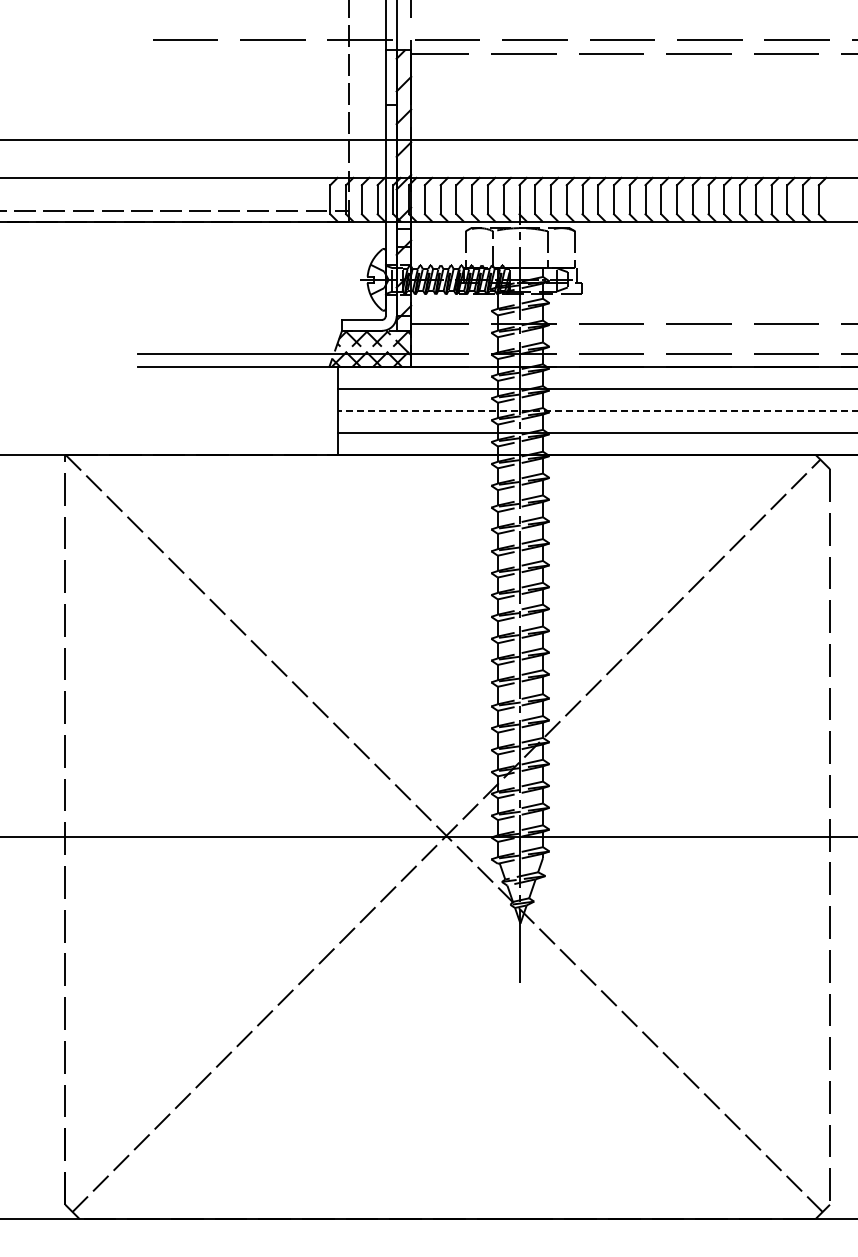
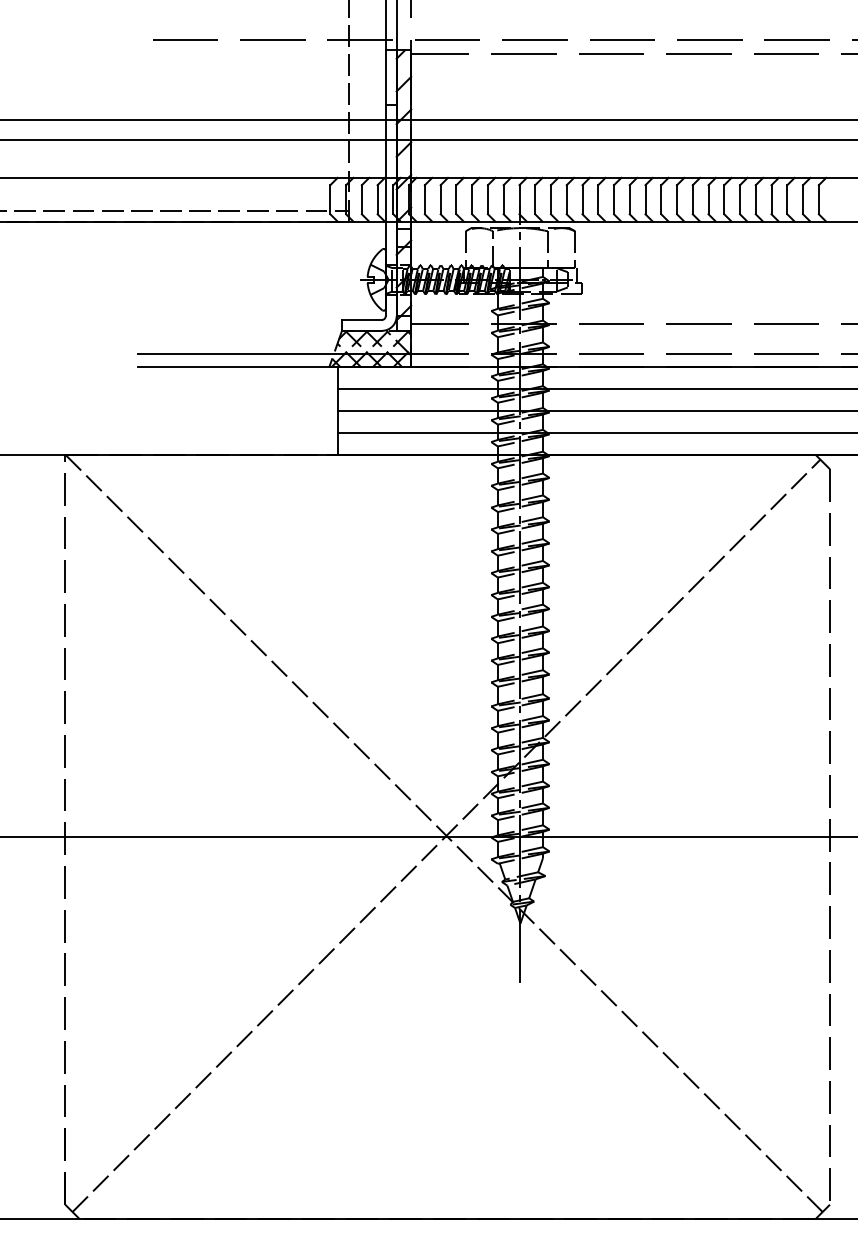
line at (428, 119): none -> present
line at (597, 410): dashed -> solid
